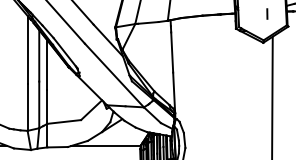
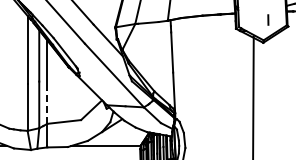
line at (267, 13) position: (267, 13) -> (268, 19)
line at (272, 96) position: (272, 96) -> (253, 96)
line at (47, 106): solid -> dashed
